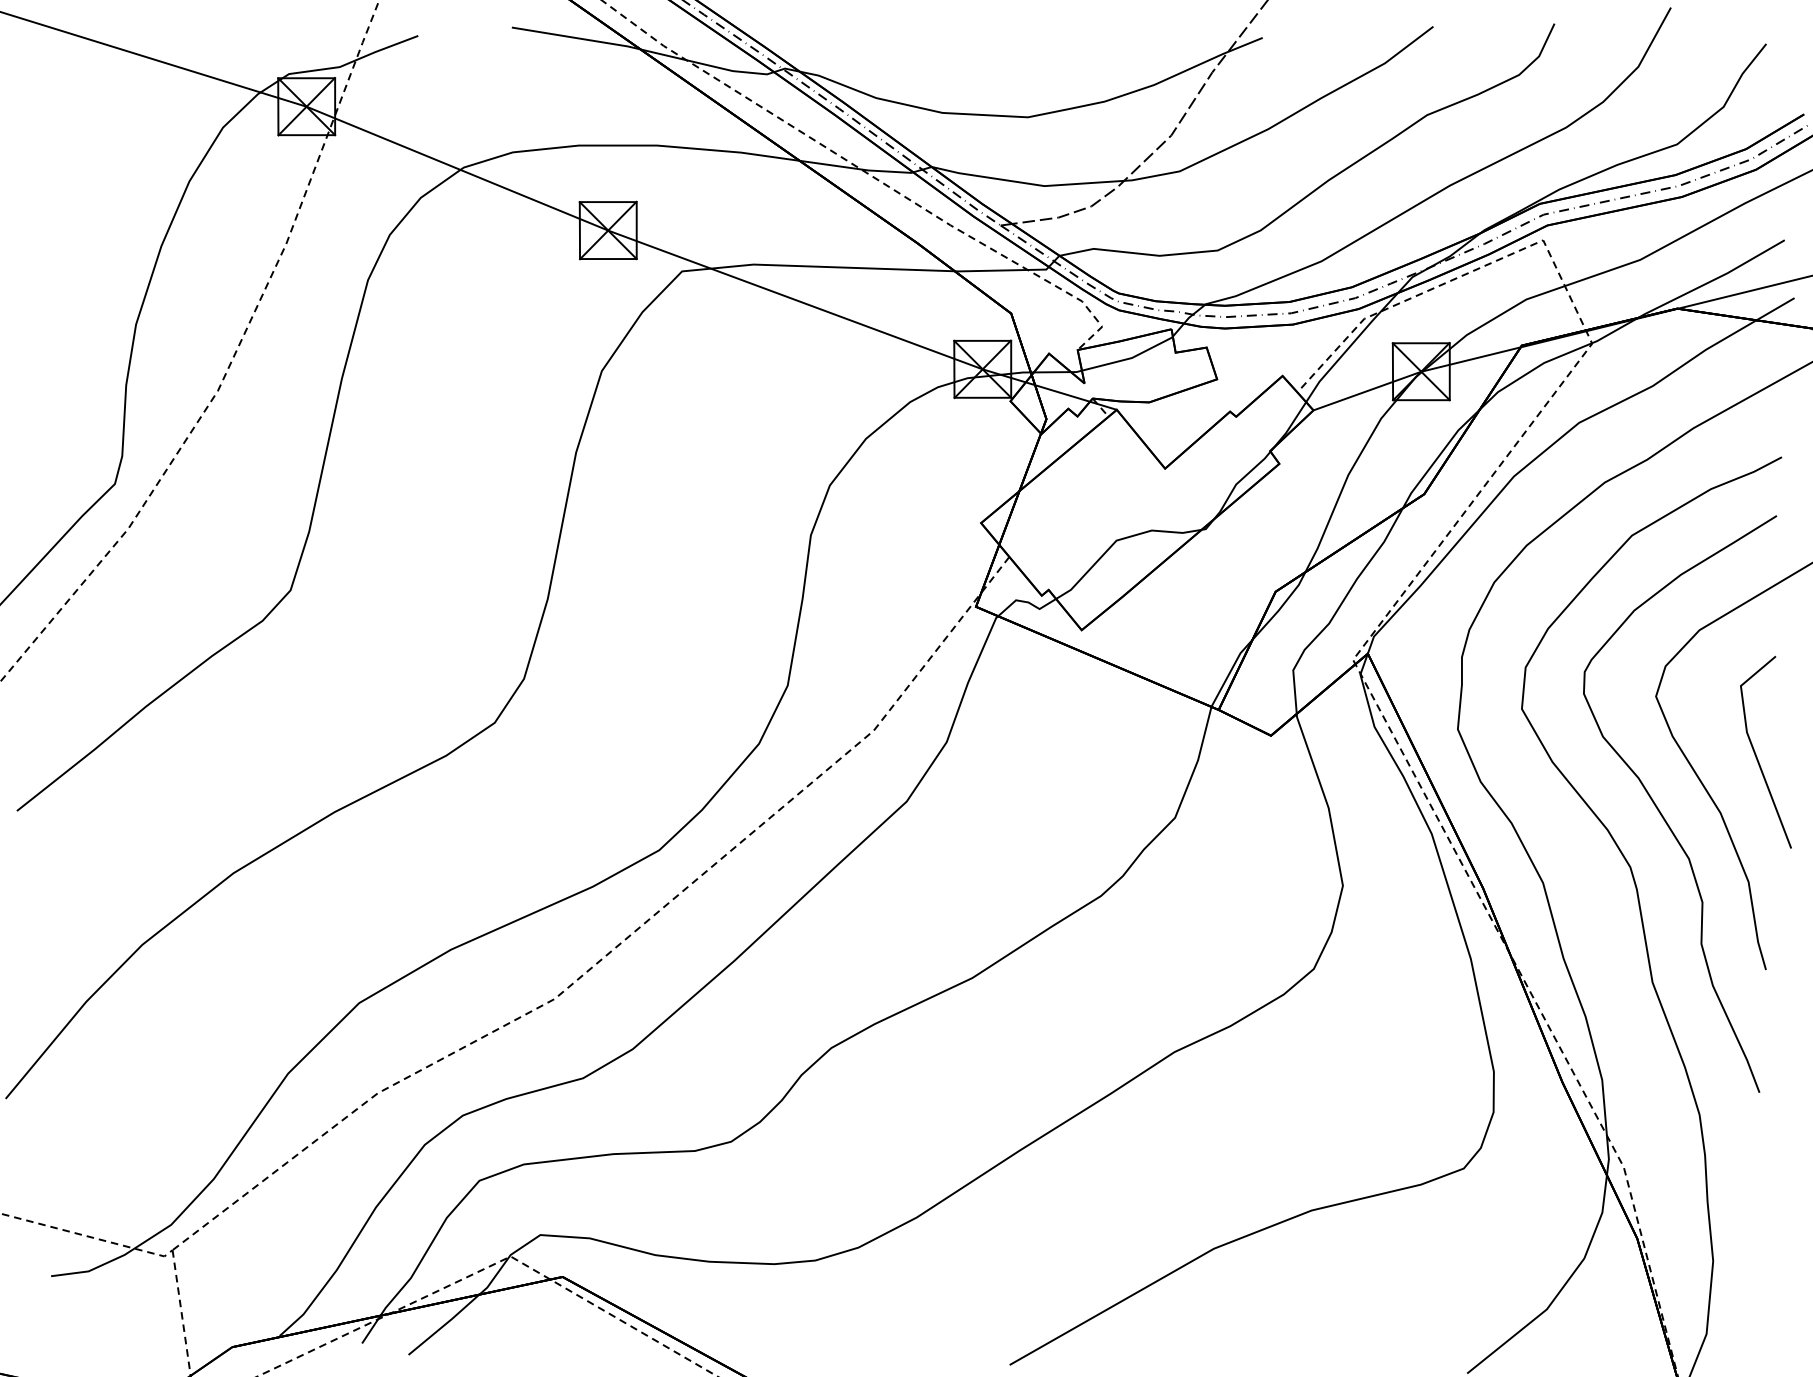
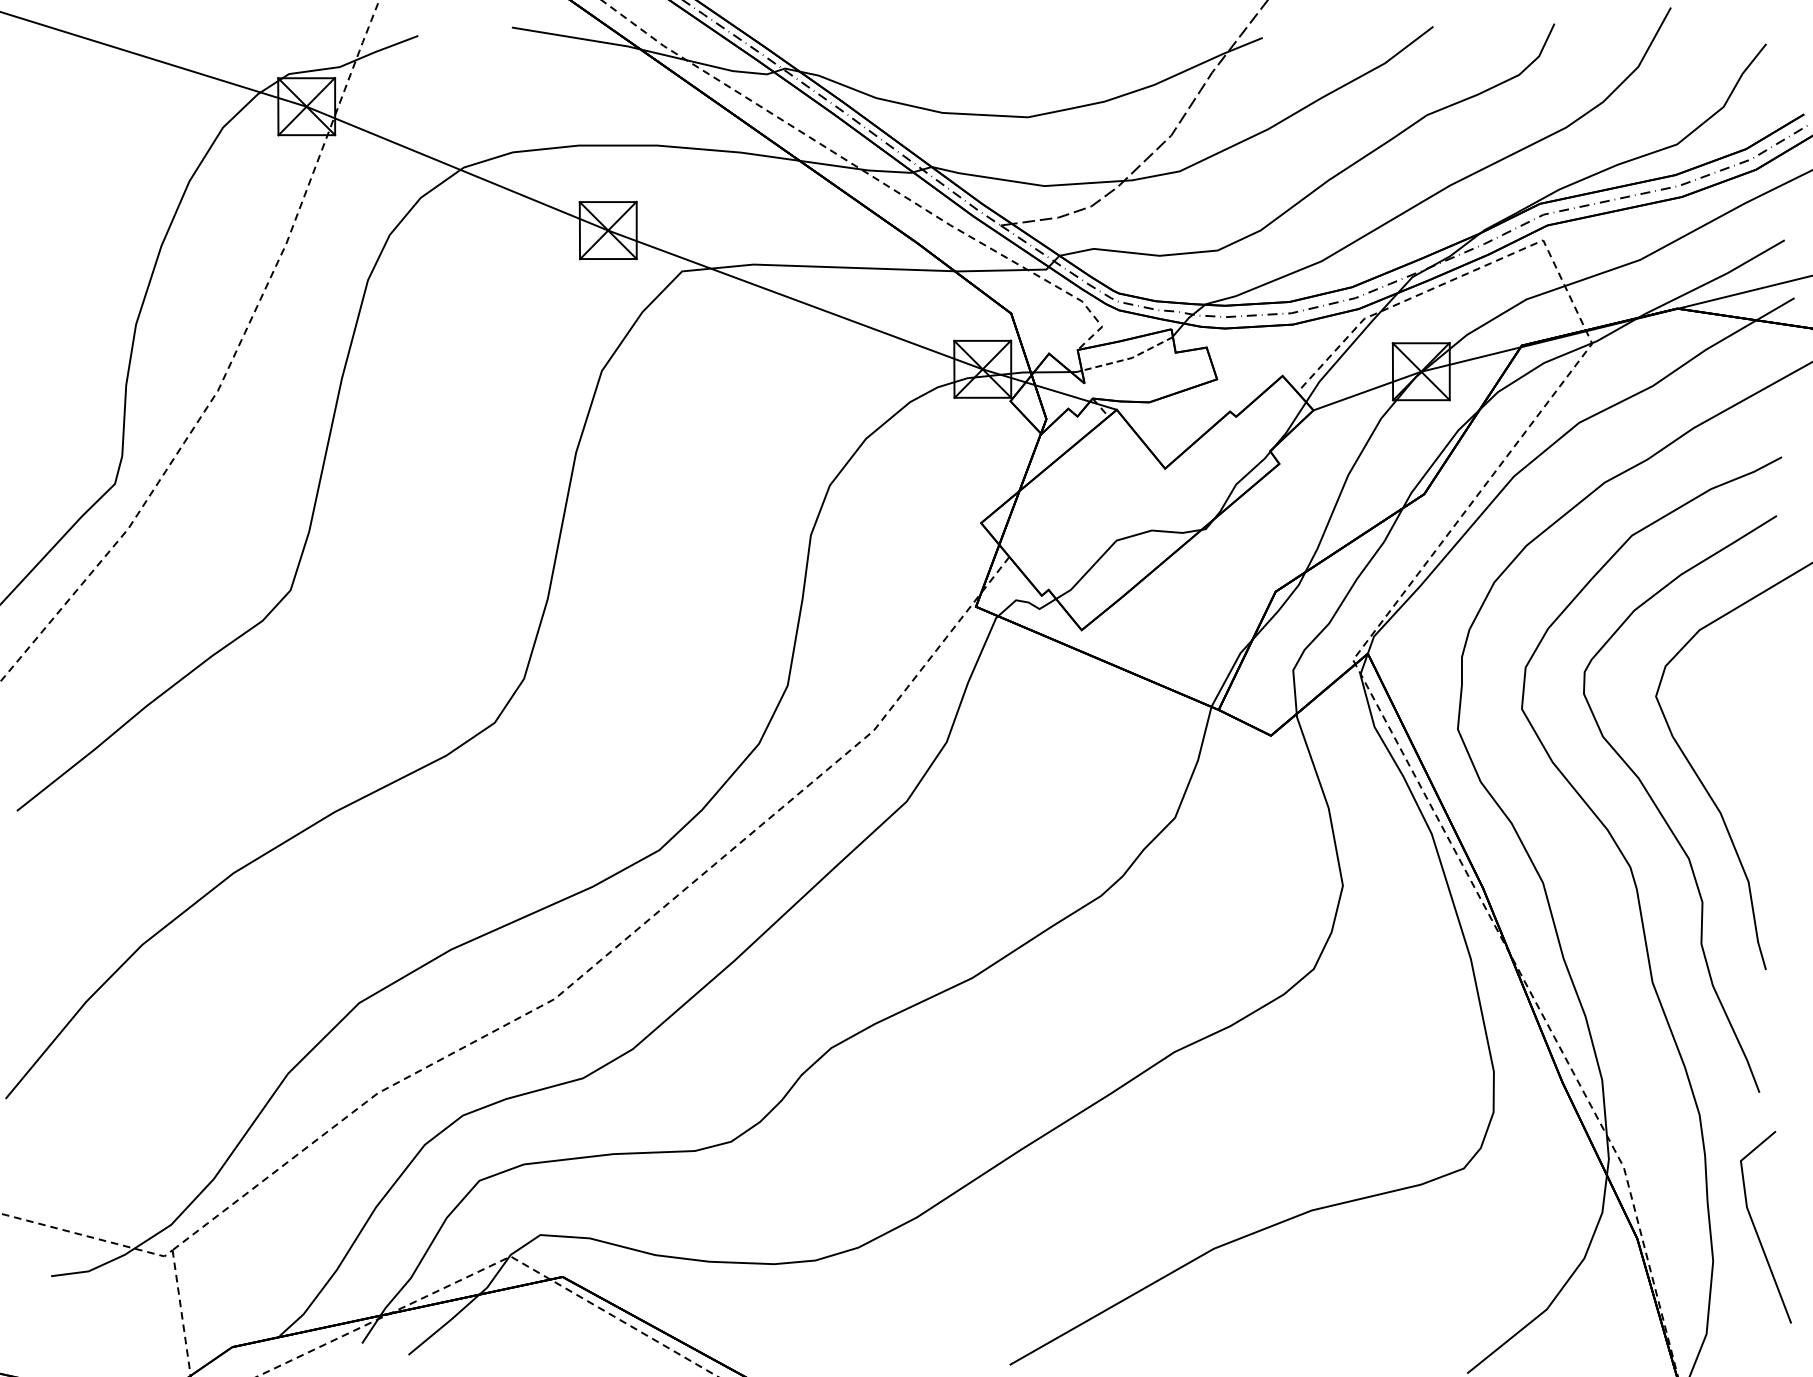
line at (1130, 358): solid -> dashed
line at (1757, 756) position: (1757, 756) -> (1757, 1231)
